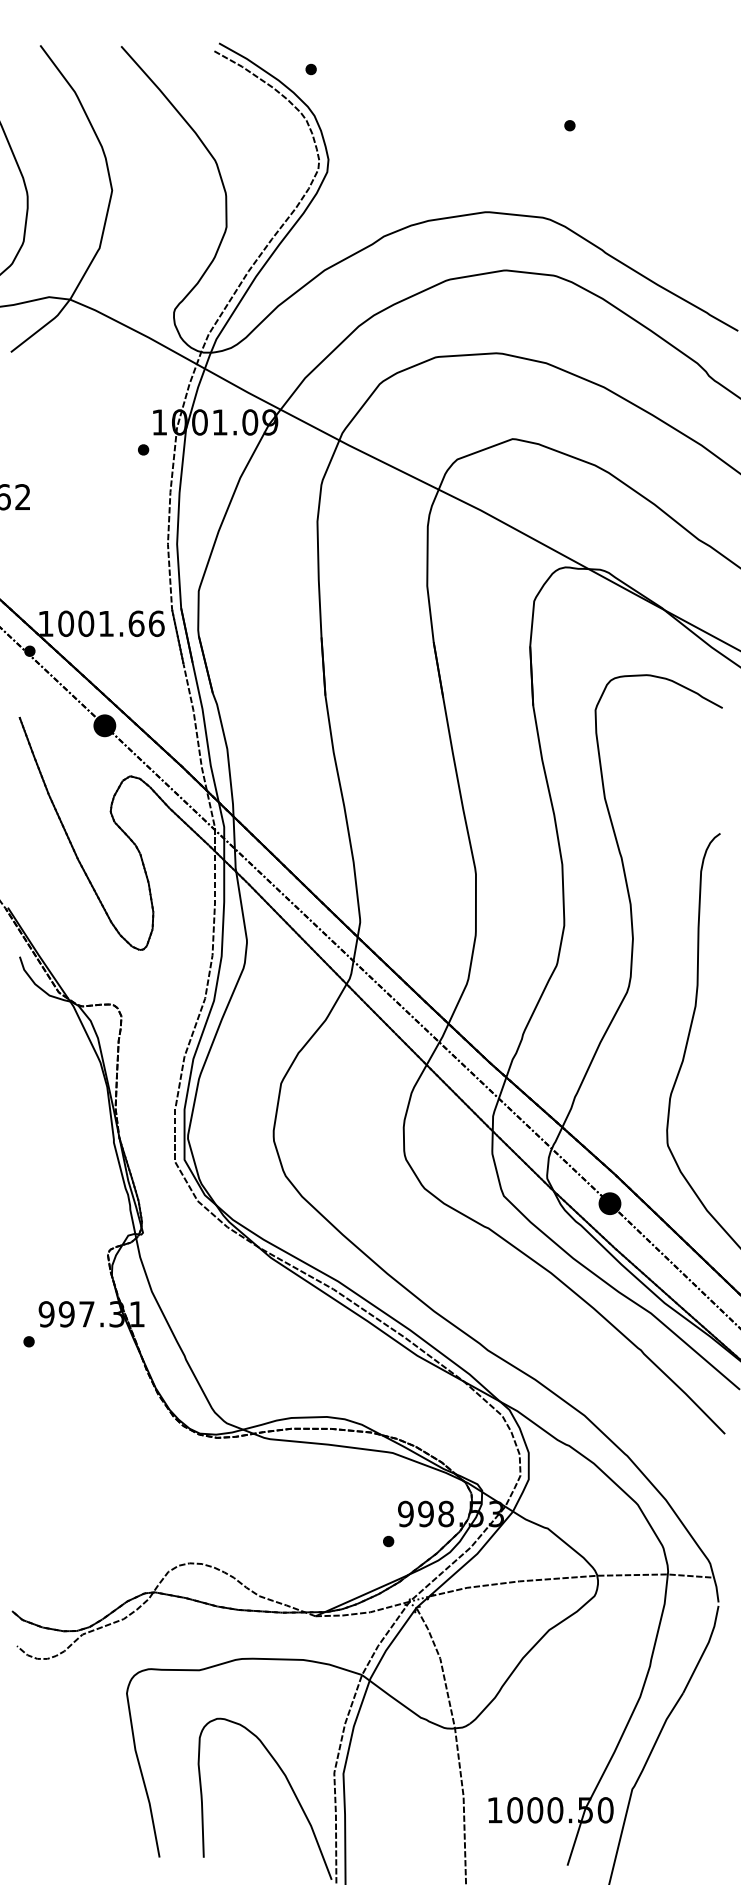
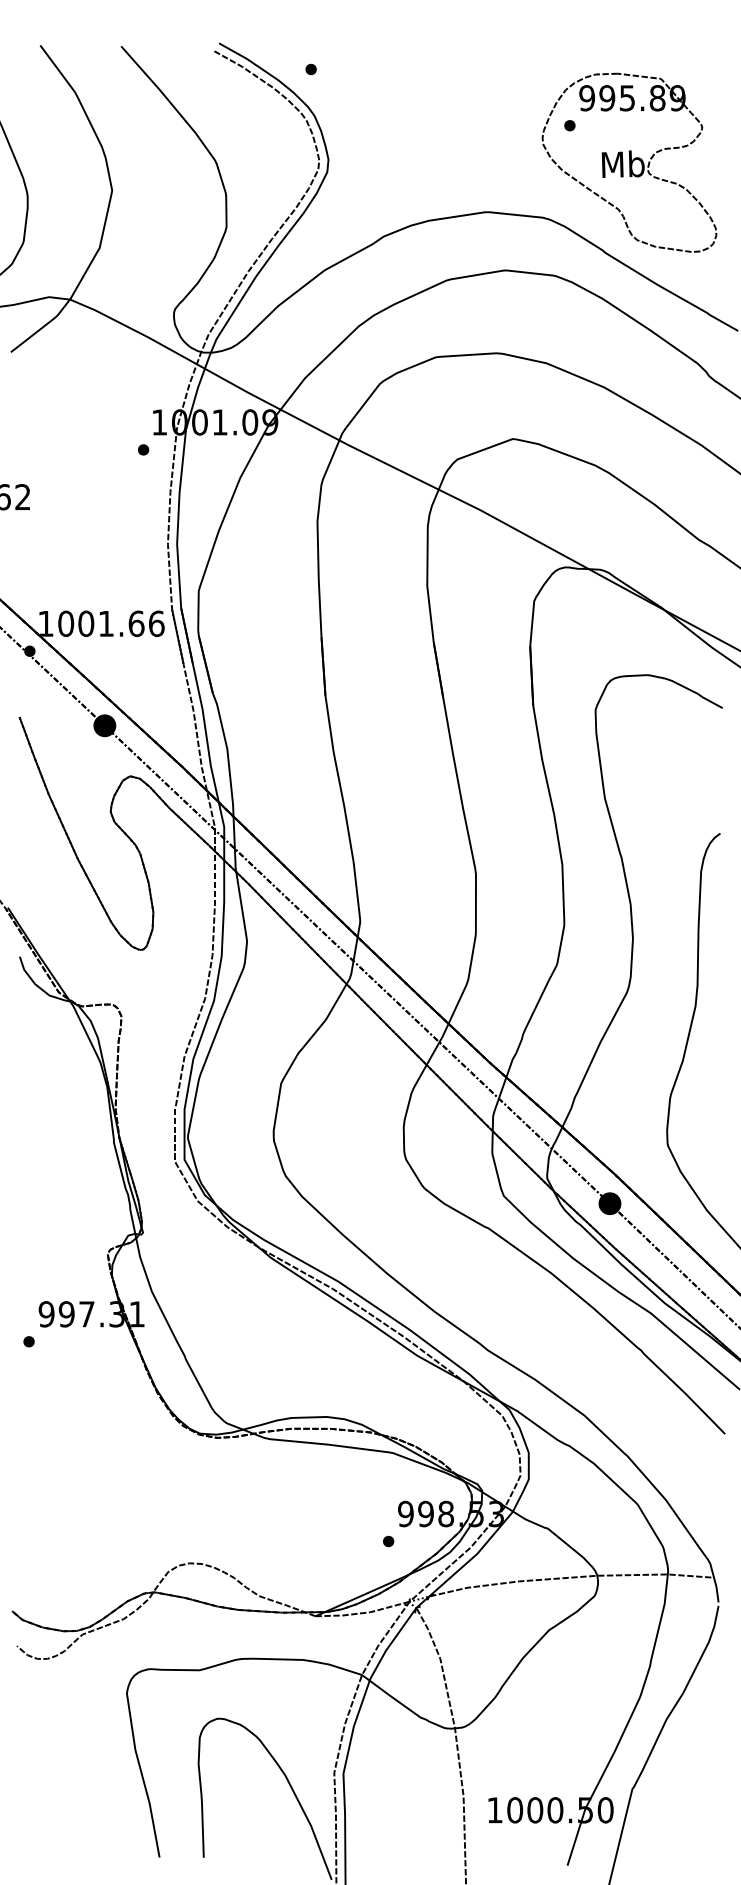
part at (629, 162): none -> present
